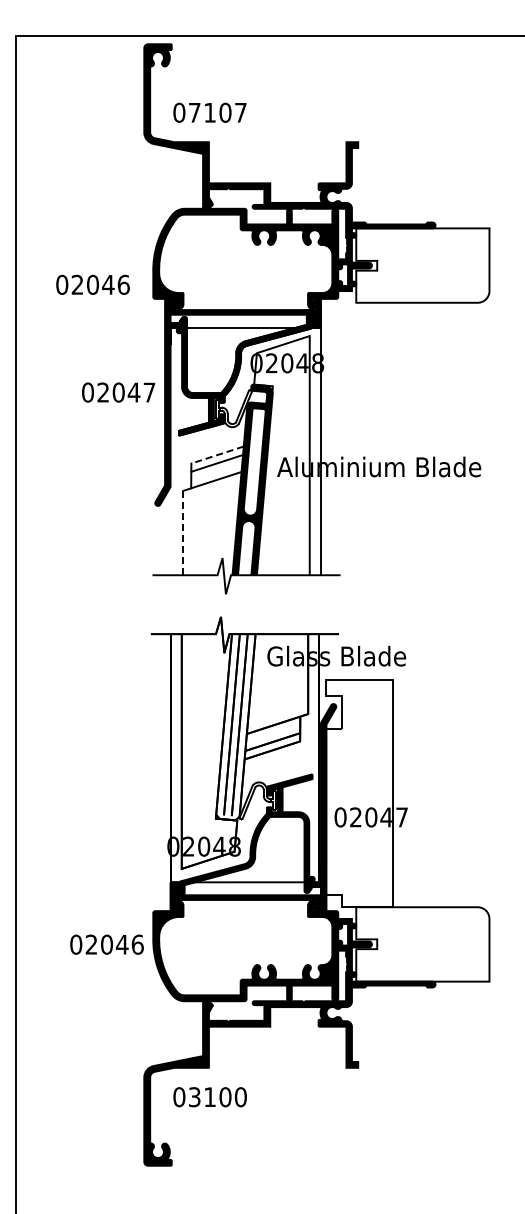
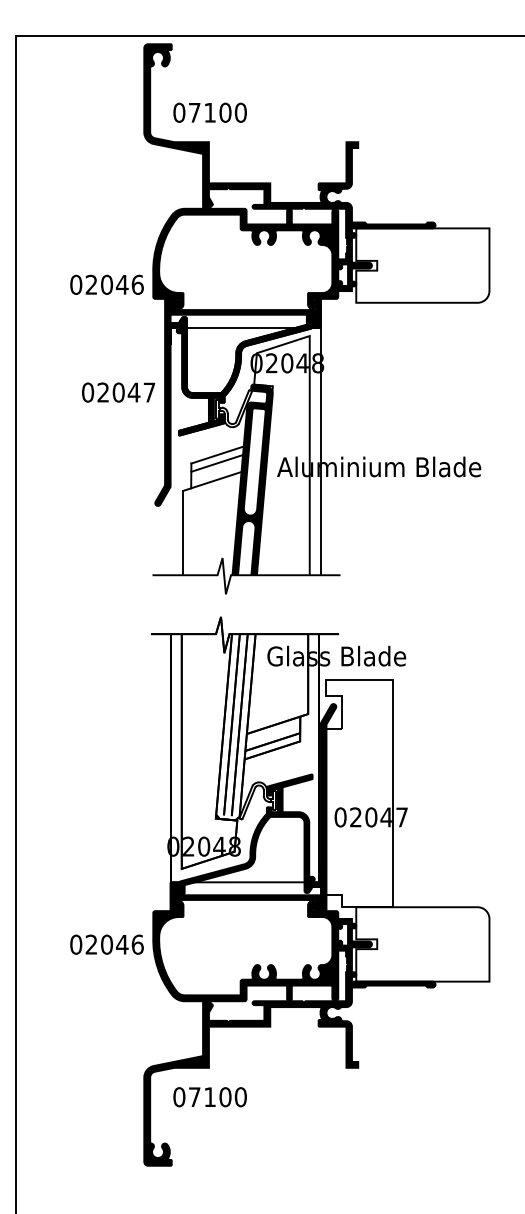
text at (240, 112): 07107 -> 07100
text at (92, 284) position: (92, 284) -> (106, 284)
line at (217, 455): dashed -> solid
line at (183, 532): dashed -> solid
text at (194, 1097): 03100 -> 07100
